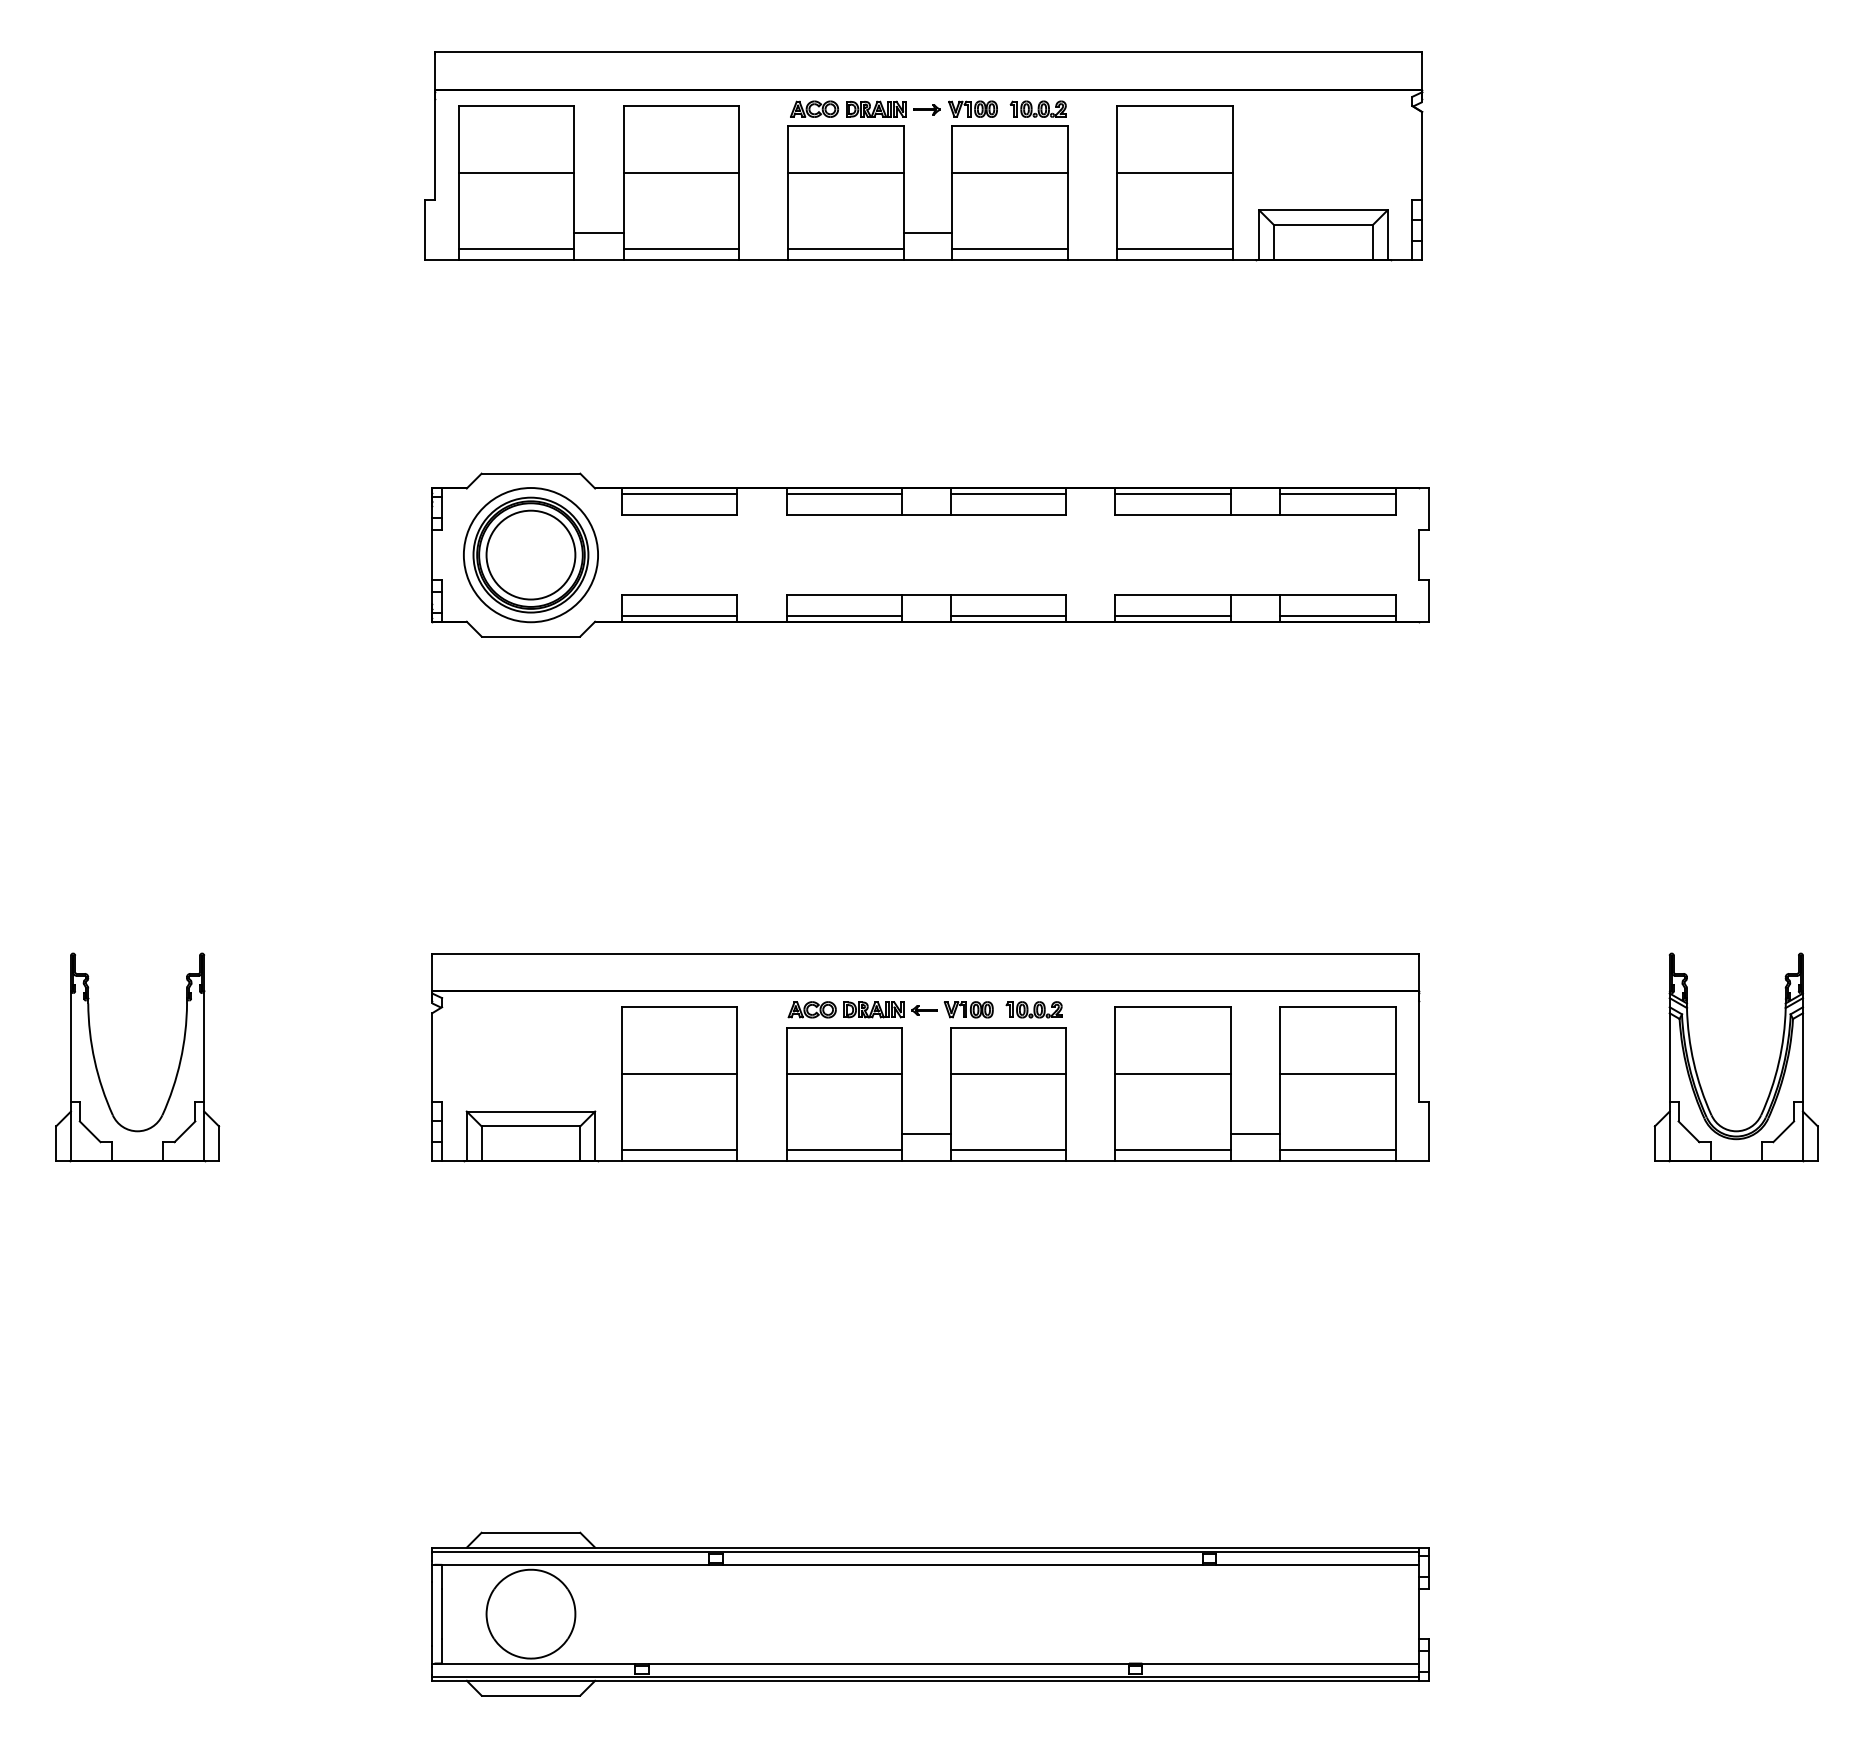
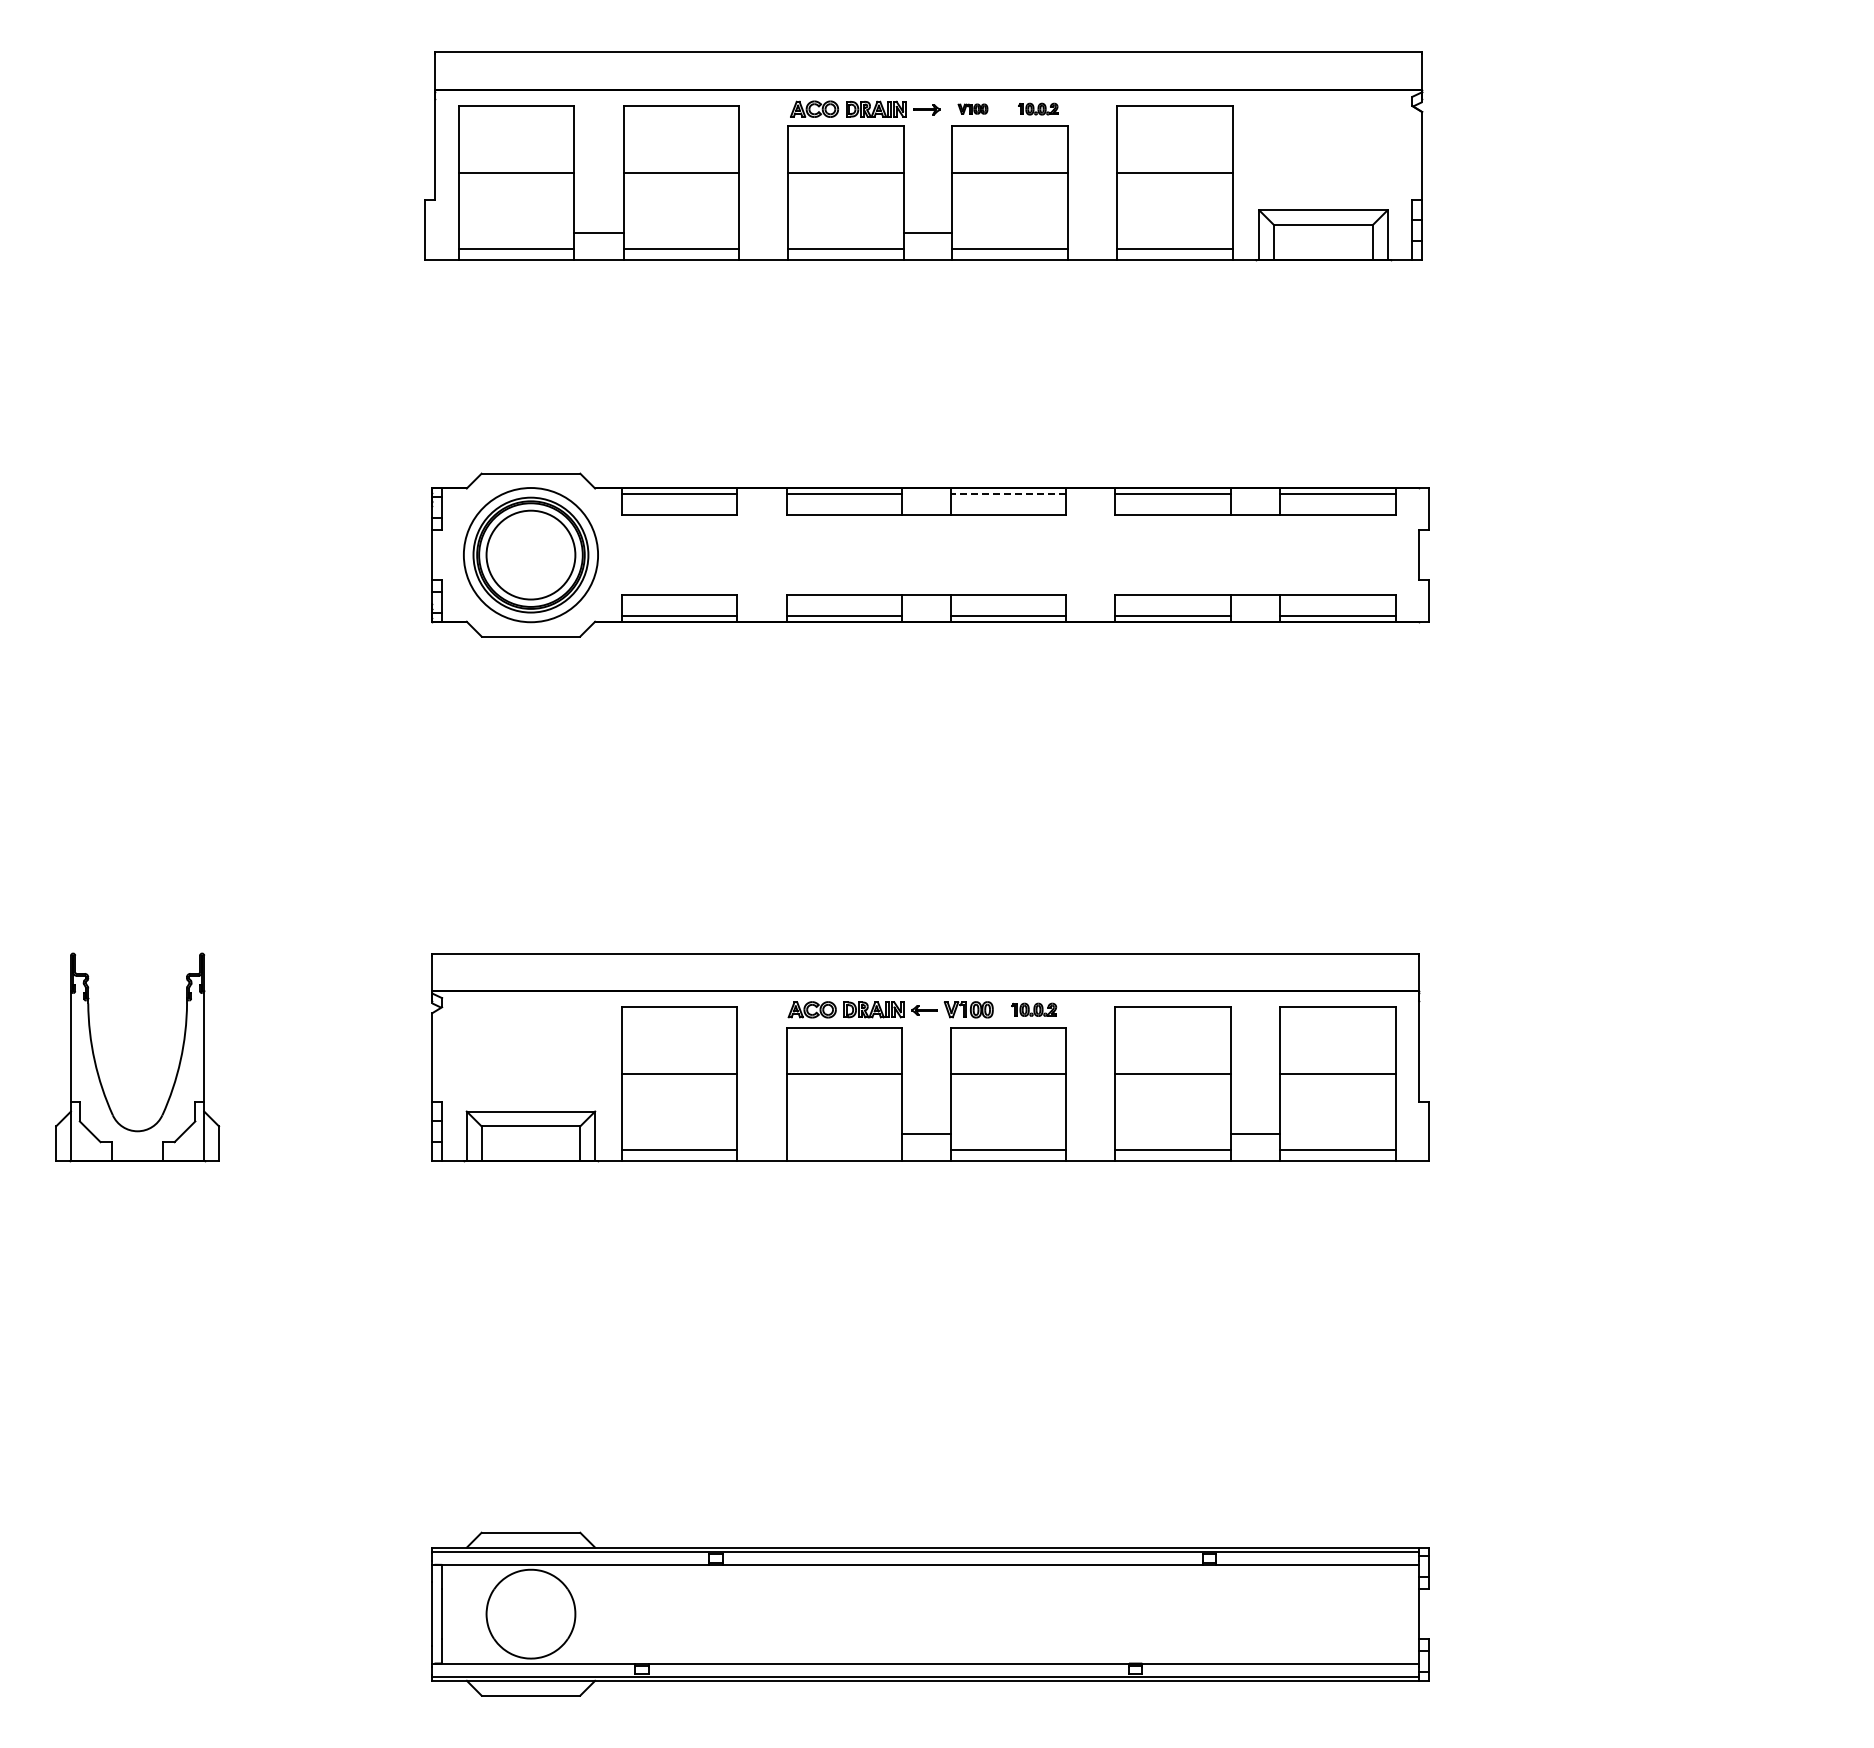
part at (972, 108) size: 50x18 px -> 32x12 px
part at (1037, 108) size: 58x18 px -> 41x14 px
line at (1008, 494): solid -> dashed
part at (1033, 1009) size: 58x18 px -> 47x15 px
part at (1696, 1068): present -> none
line at (844, 1150): present -> none
